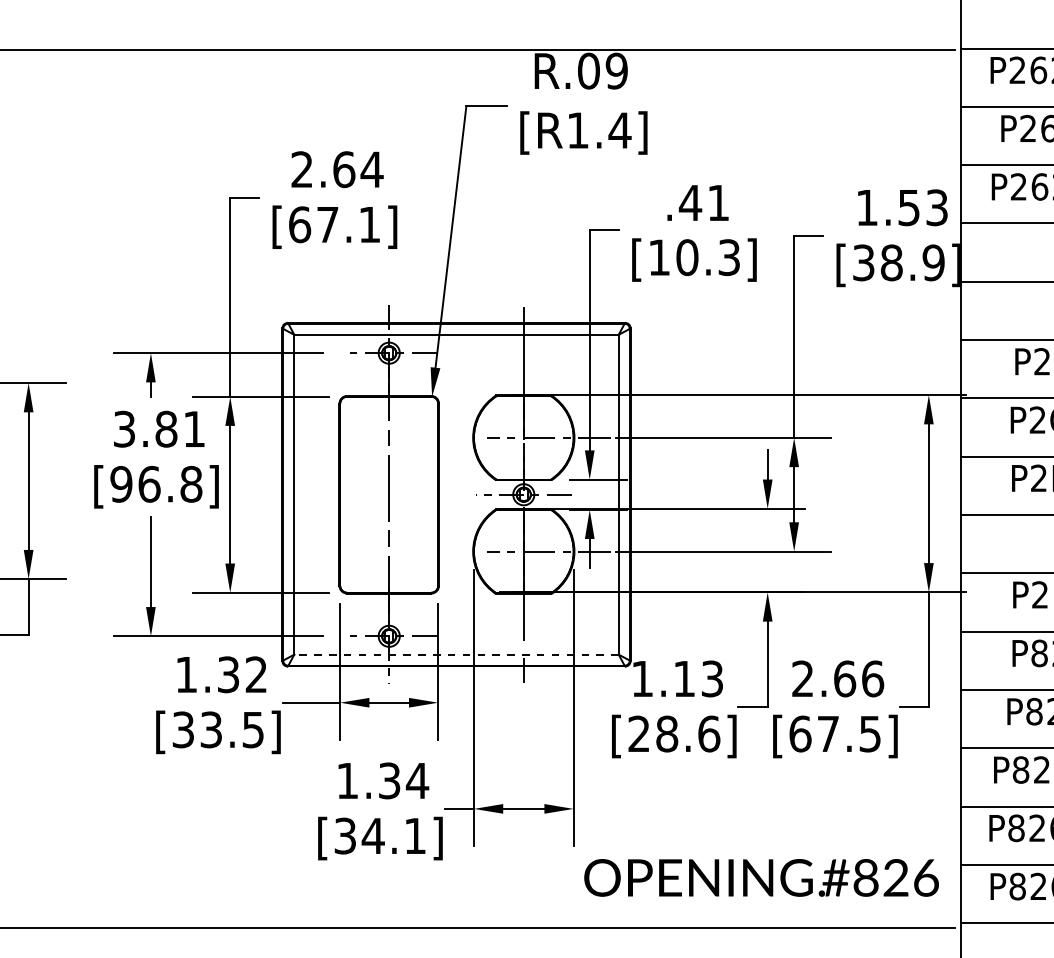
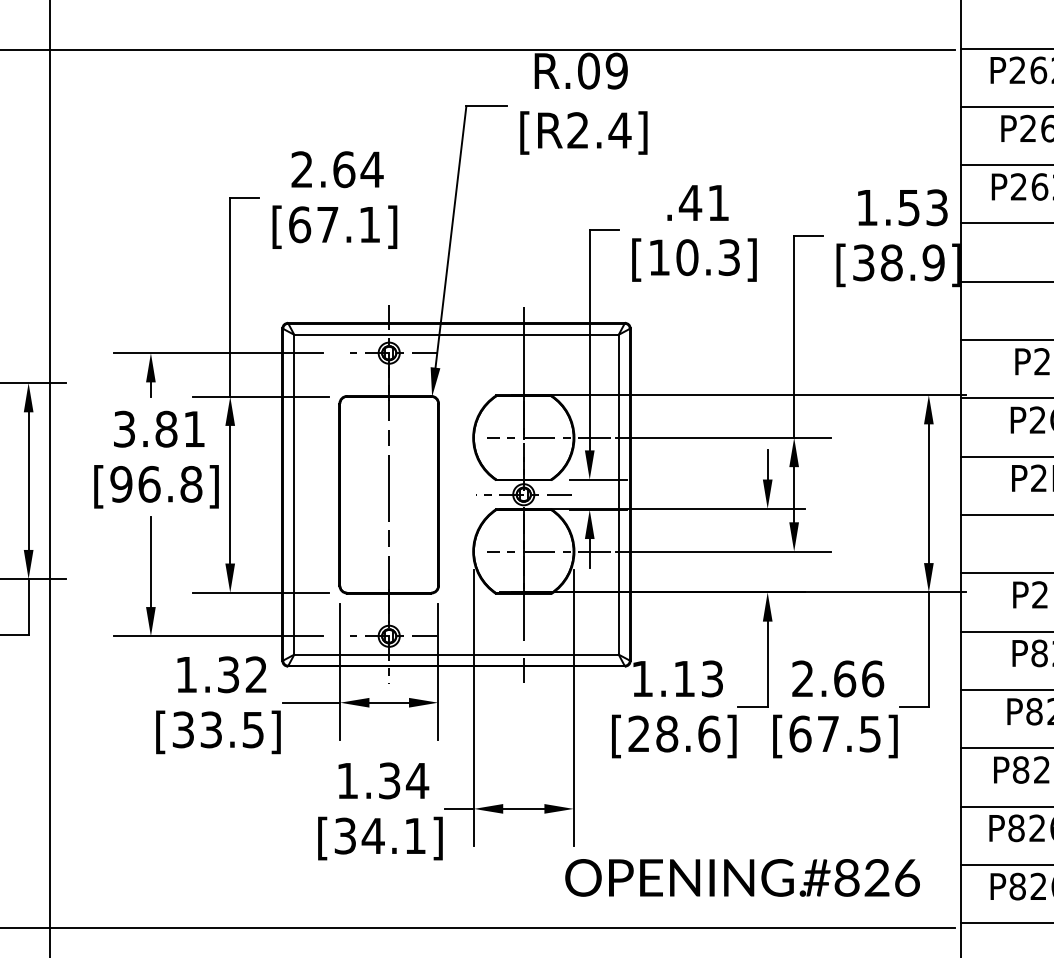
text at (577, 130): [R1.4] -> [R2.4]
line at (49, 478): none -> present
line at (456, 654): dashed -> solid
text at (761, 877) position: (761, 877) -> (742, 877)
